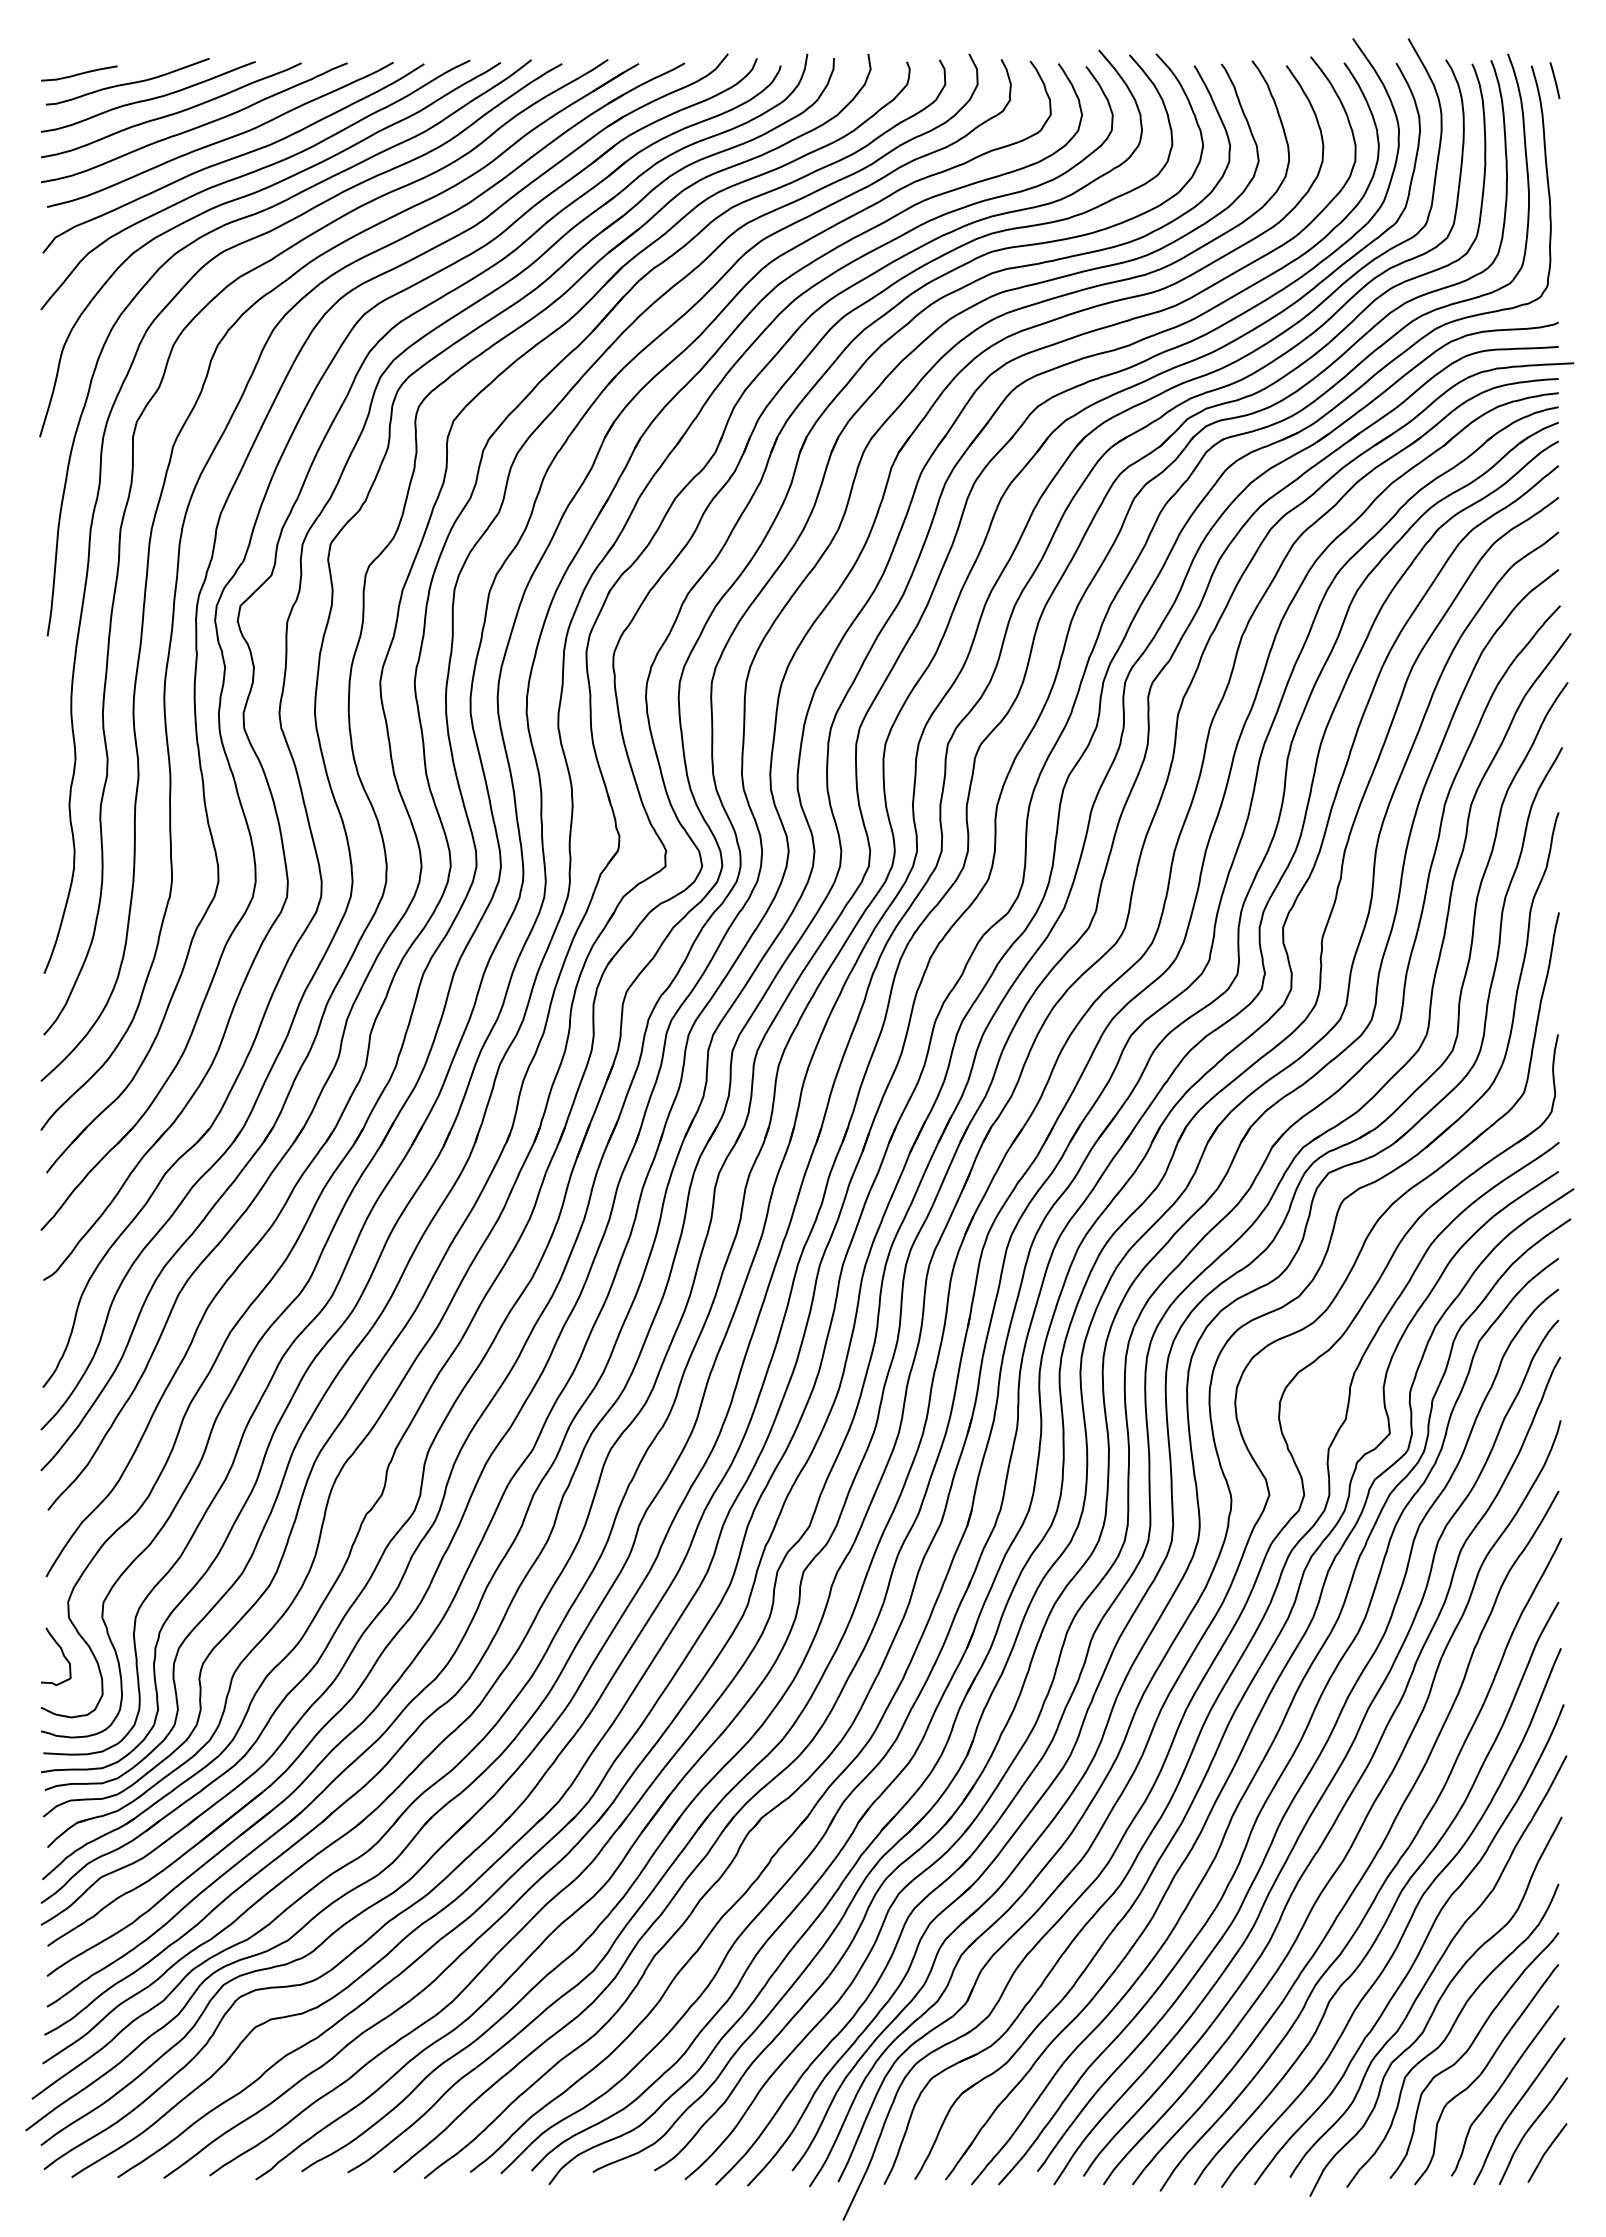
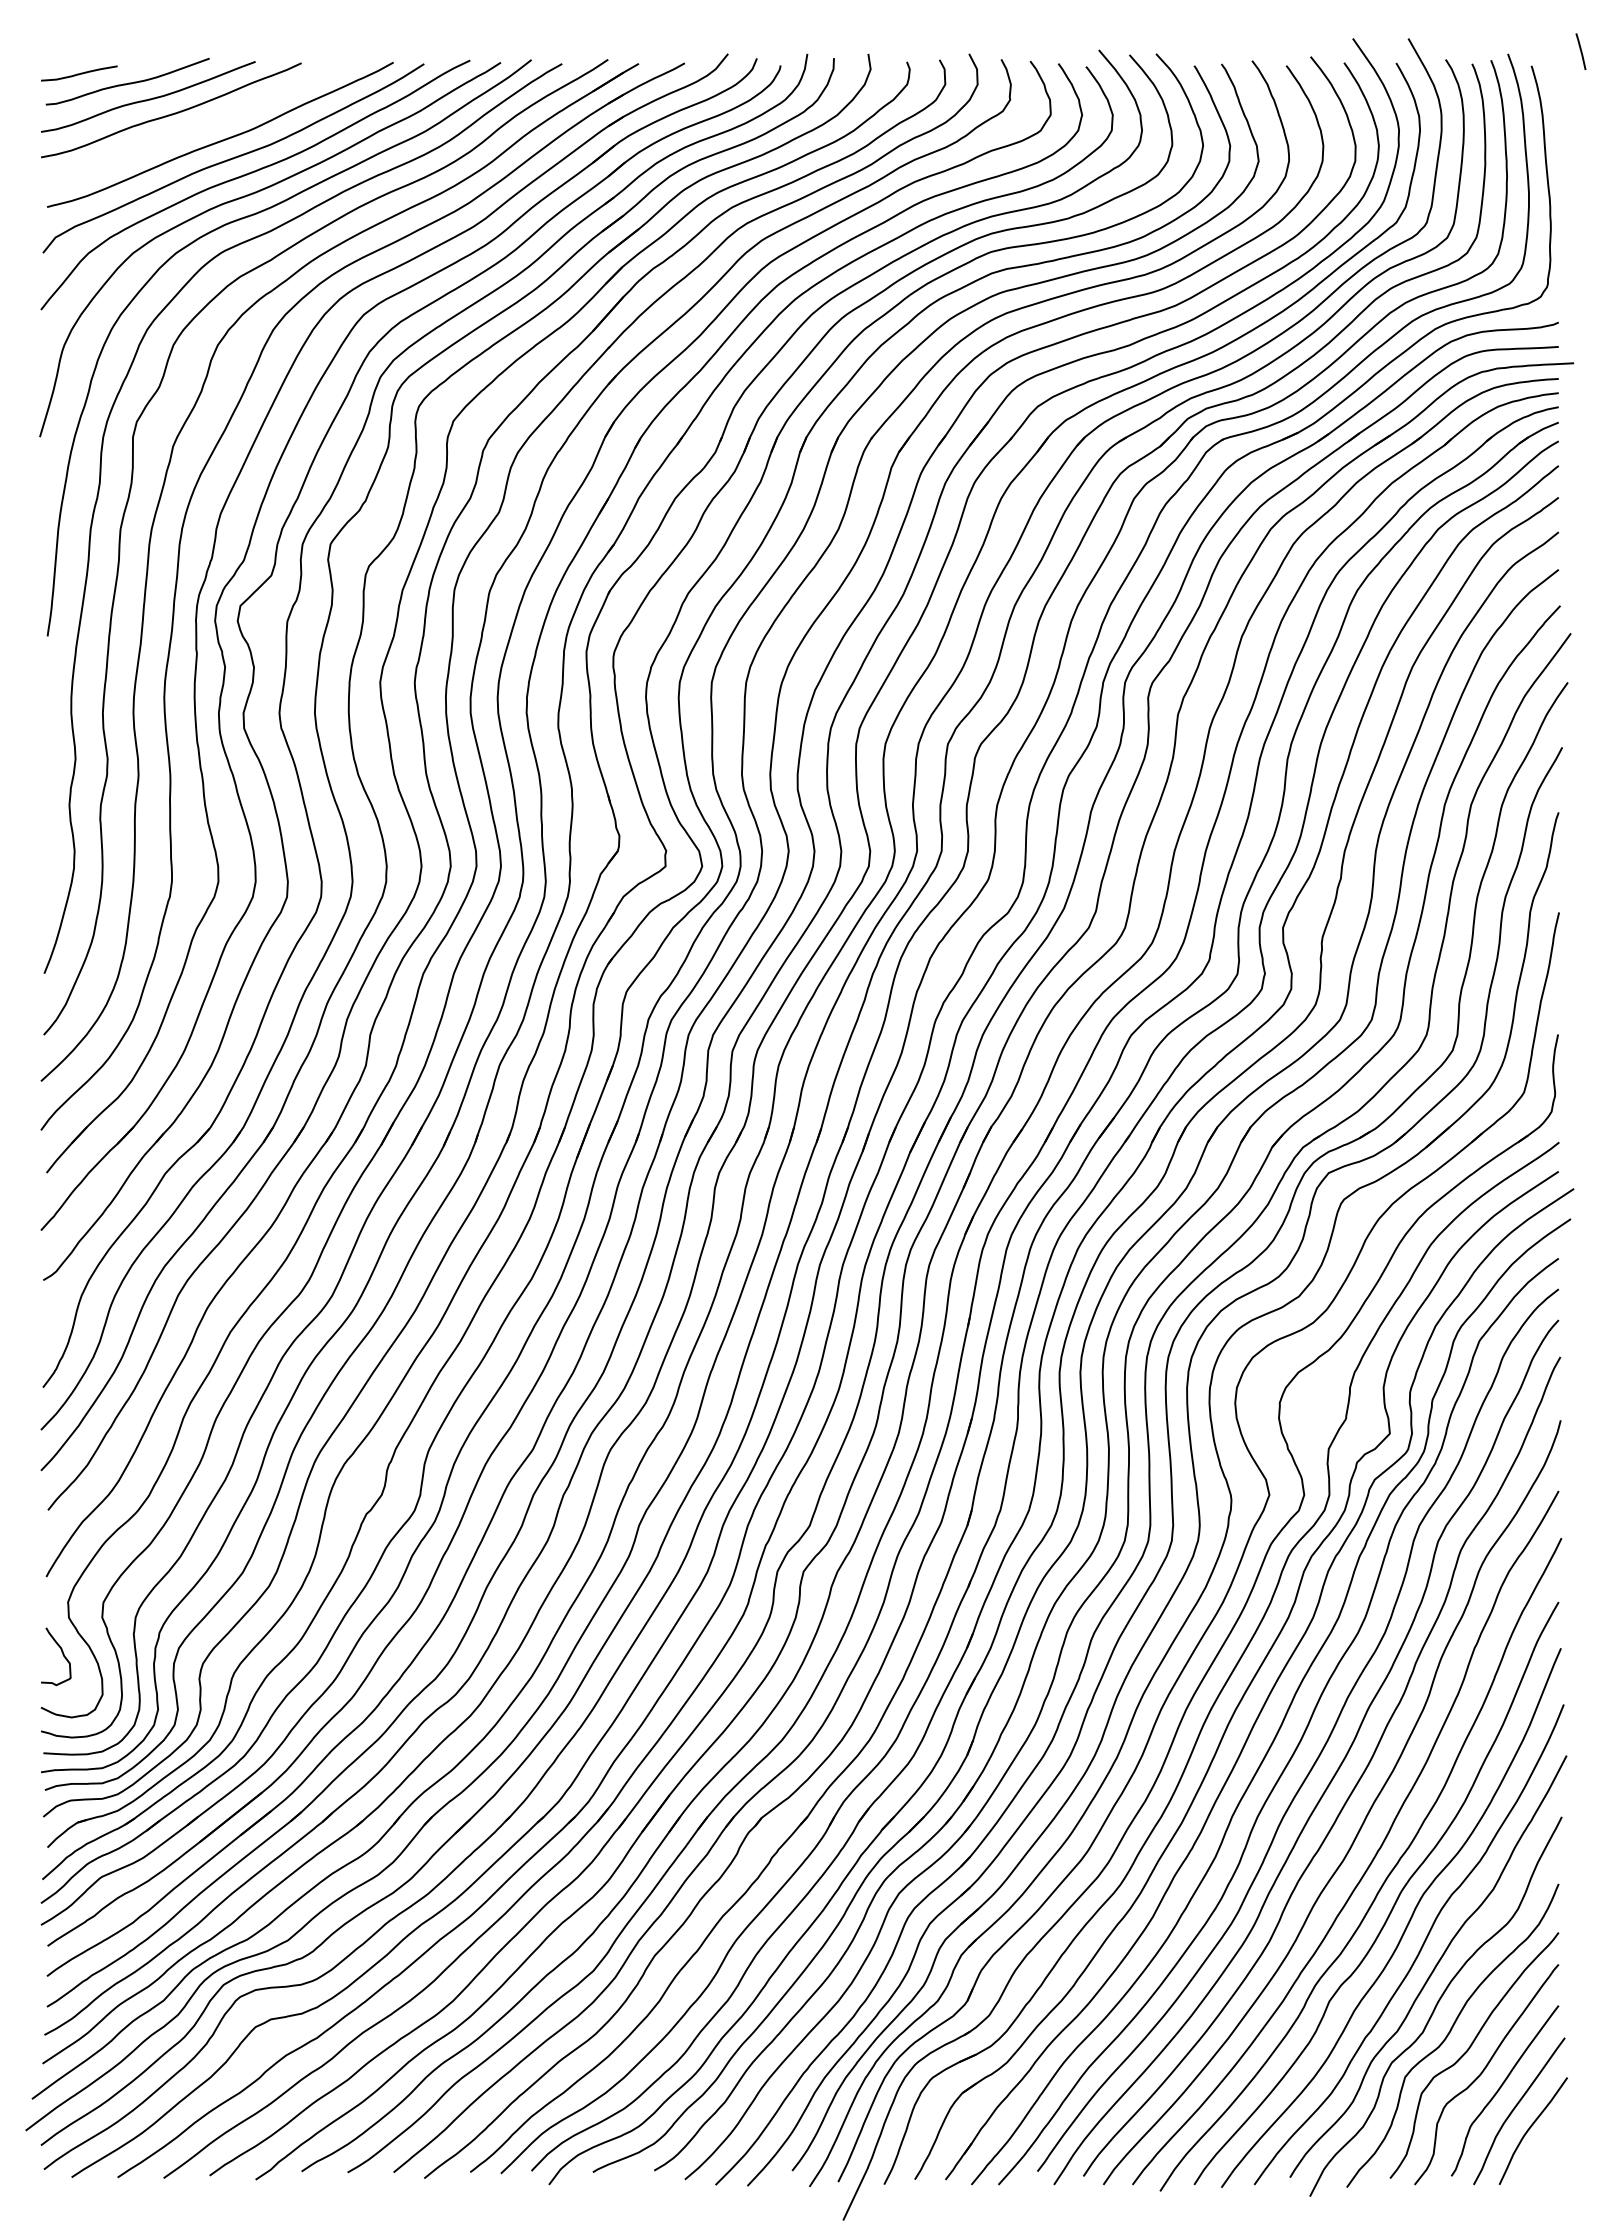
line at (1554, 80) position: (1554, 80) -> (1580, 51)
curve at (196, 126): present -> none
curve at (1547, 2151): present -> none
